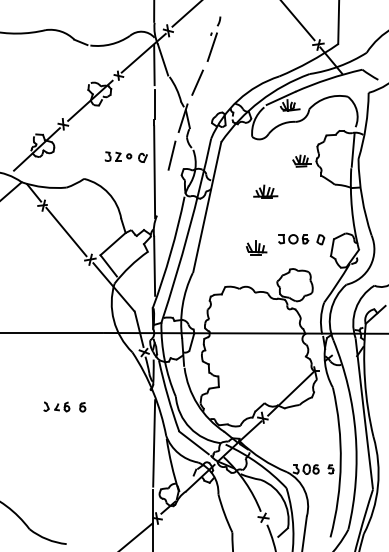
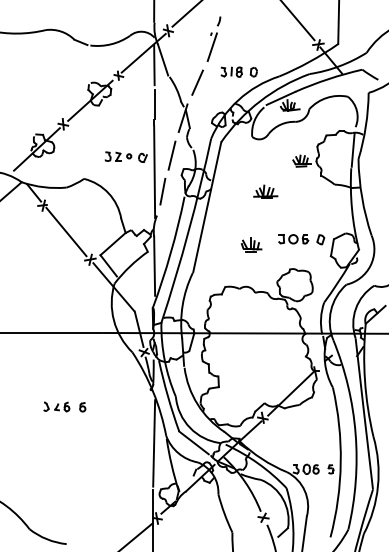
part at (238, 71): none -> present
line at (162, 191): none -> present
part at (256, 247) position: (256, 247) -> (251, 244)
